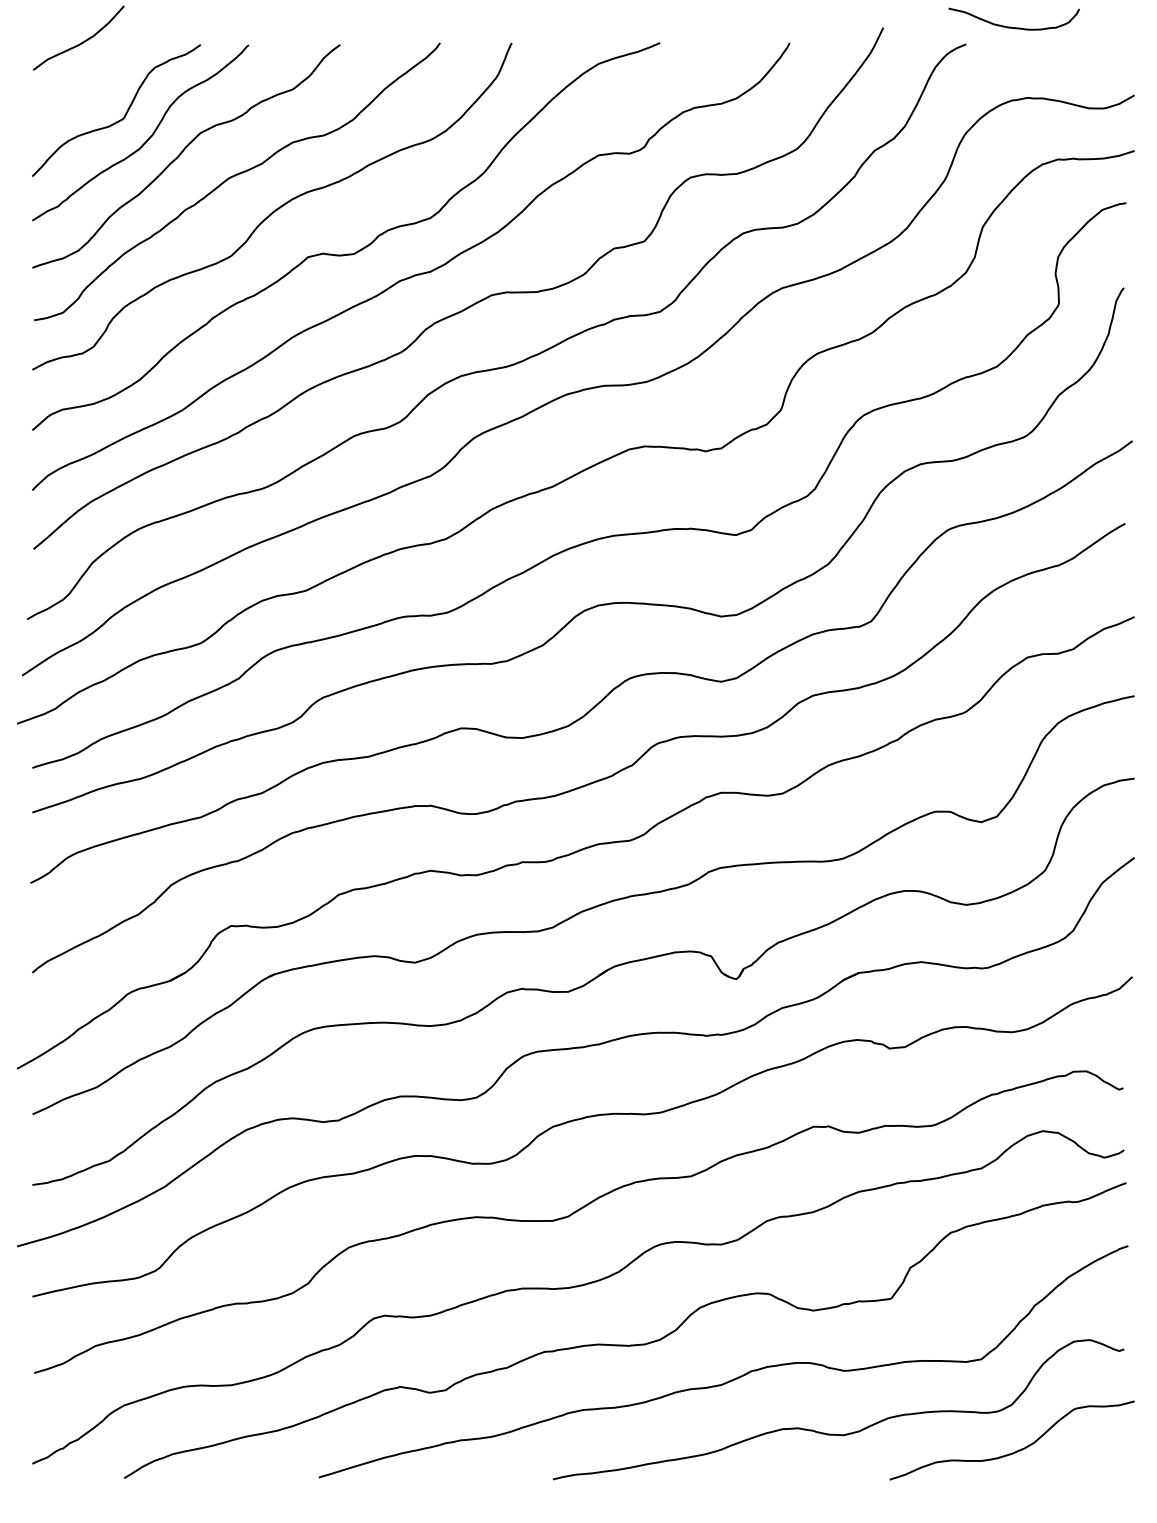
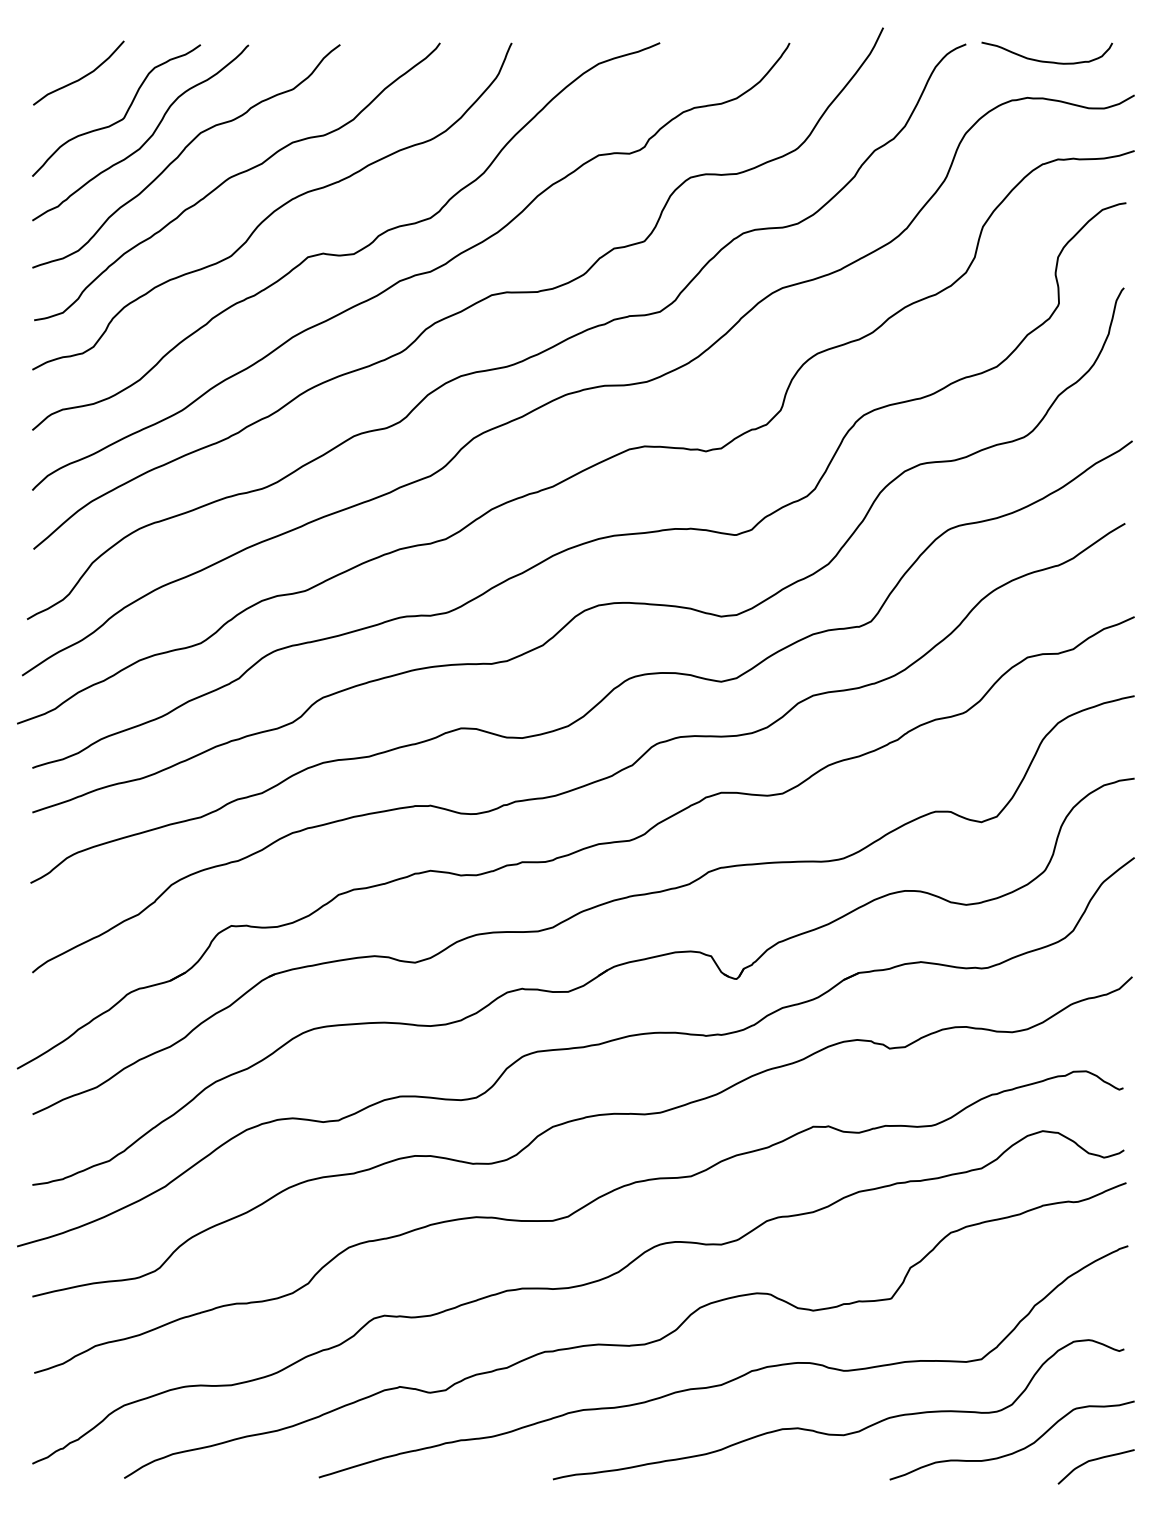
curve at (1011, 26) position: (1011, 26) -> (1044, 60)
curve at (82, 41) position: (82, 41) -> (82, 76)
curve at (1092, 1461): none -> present
